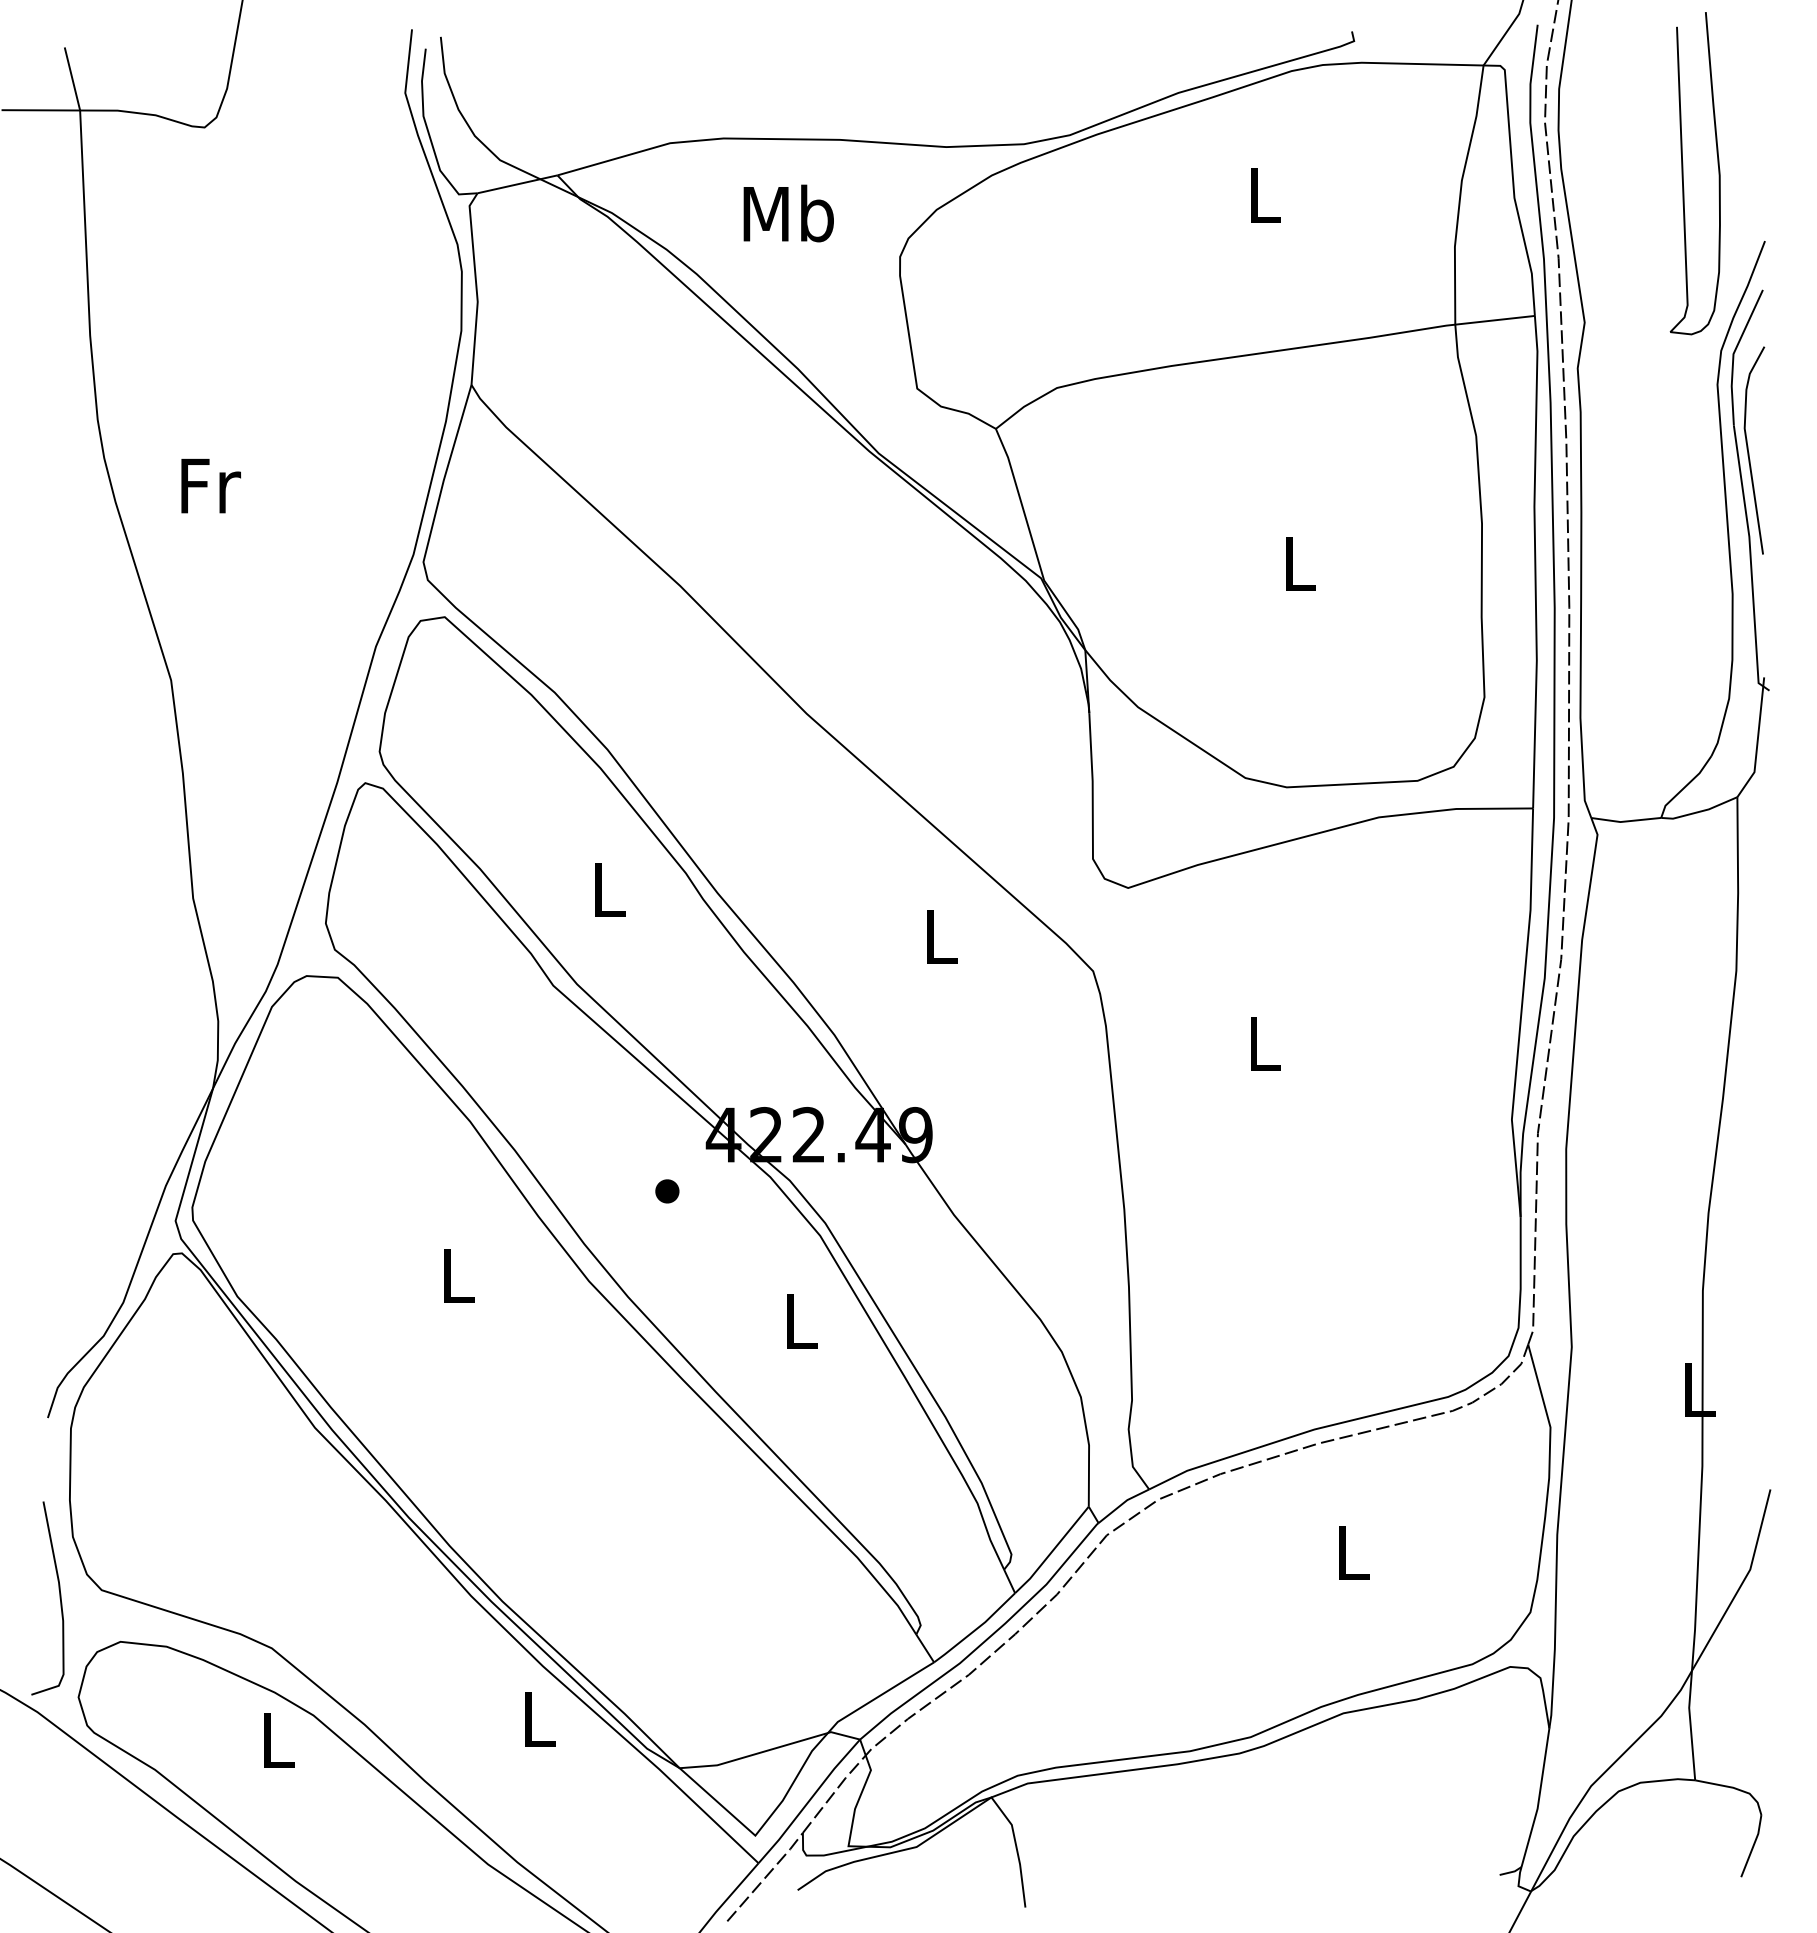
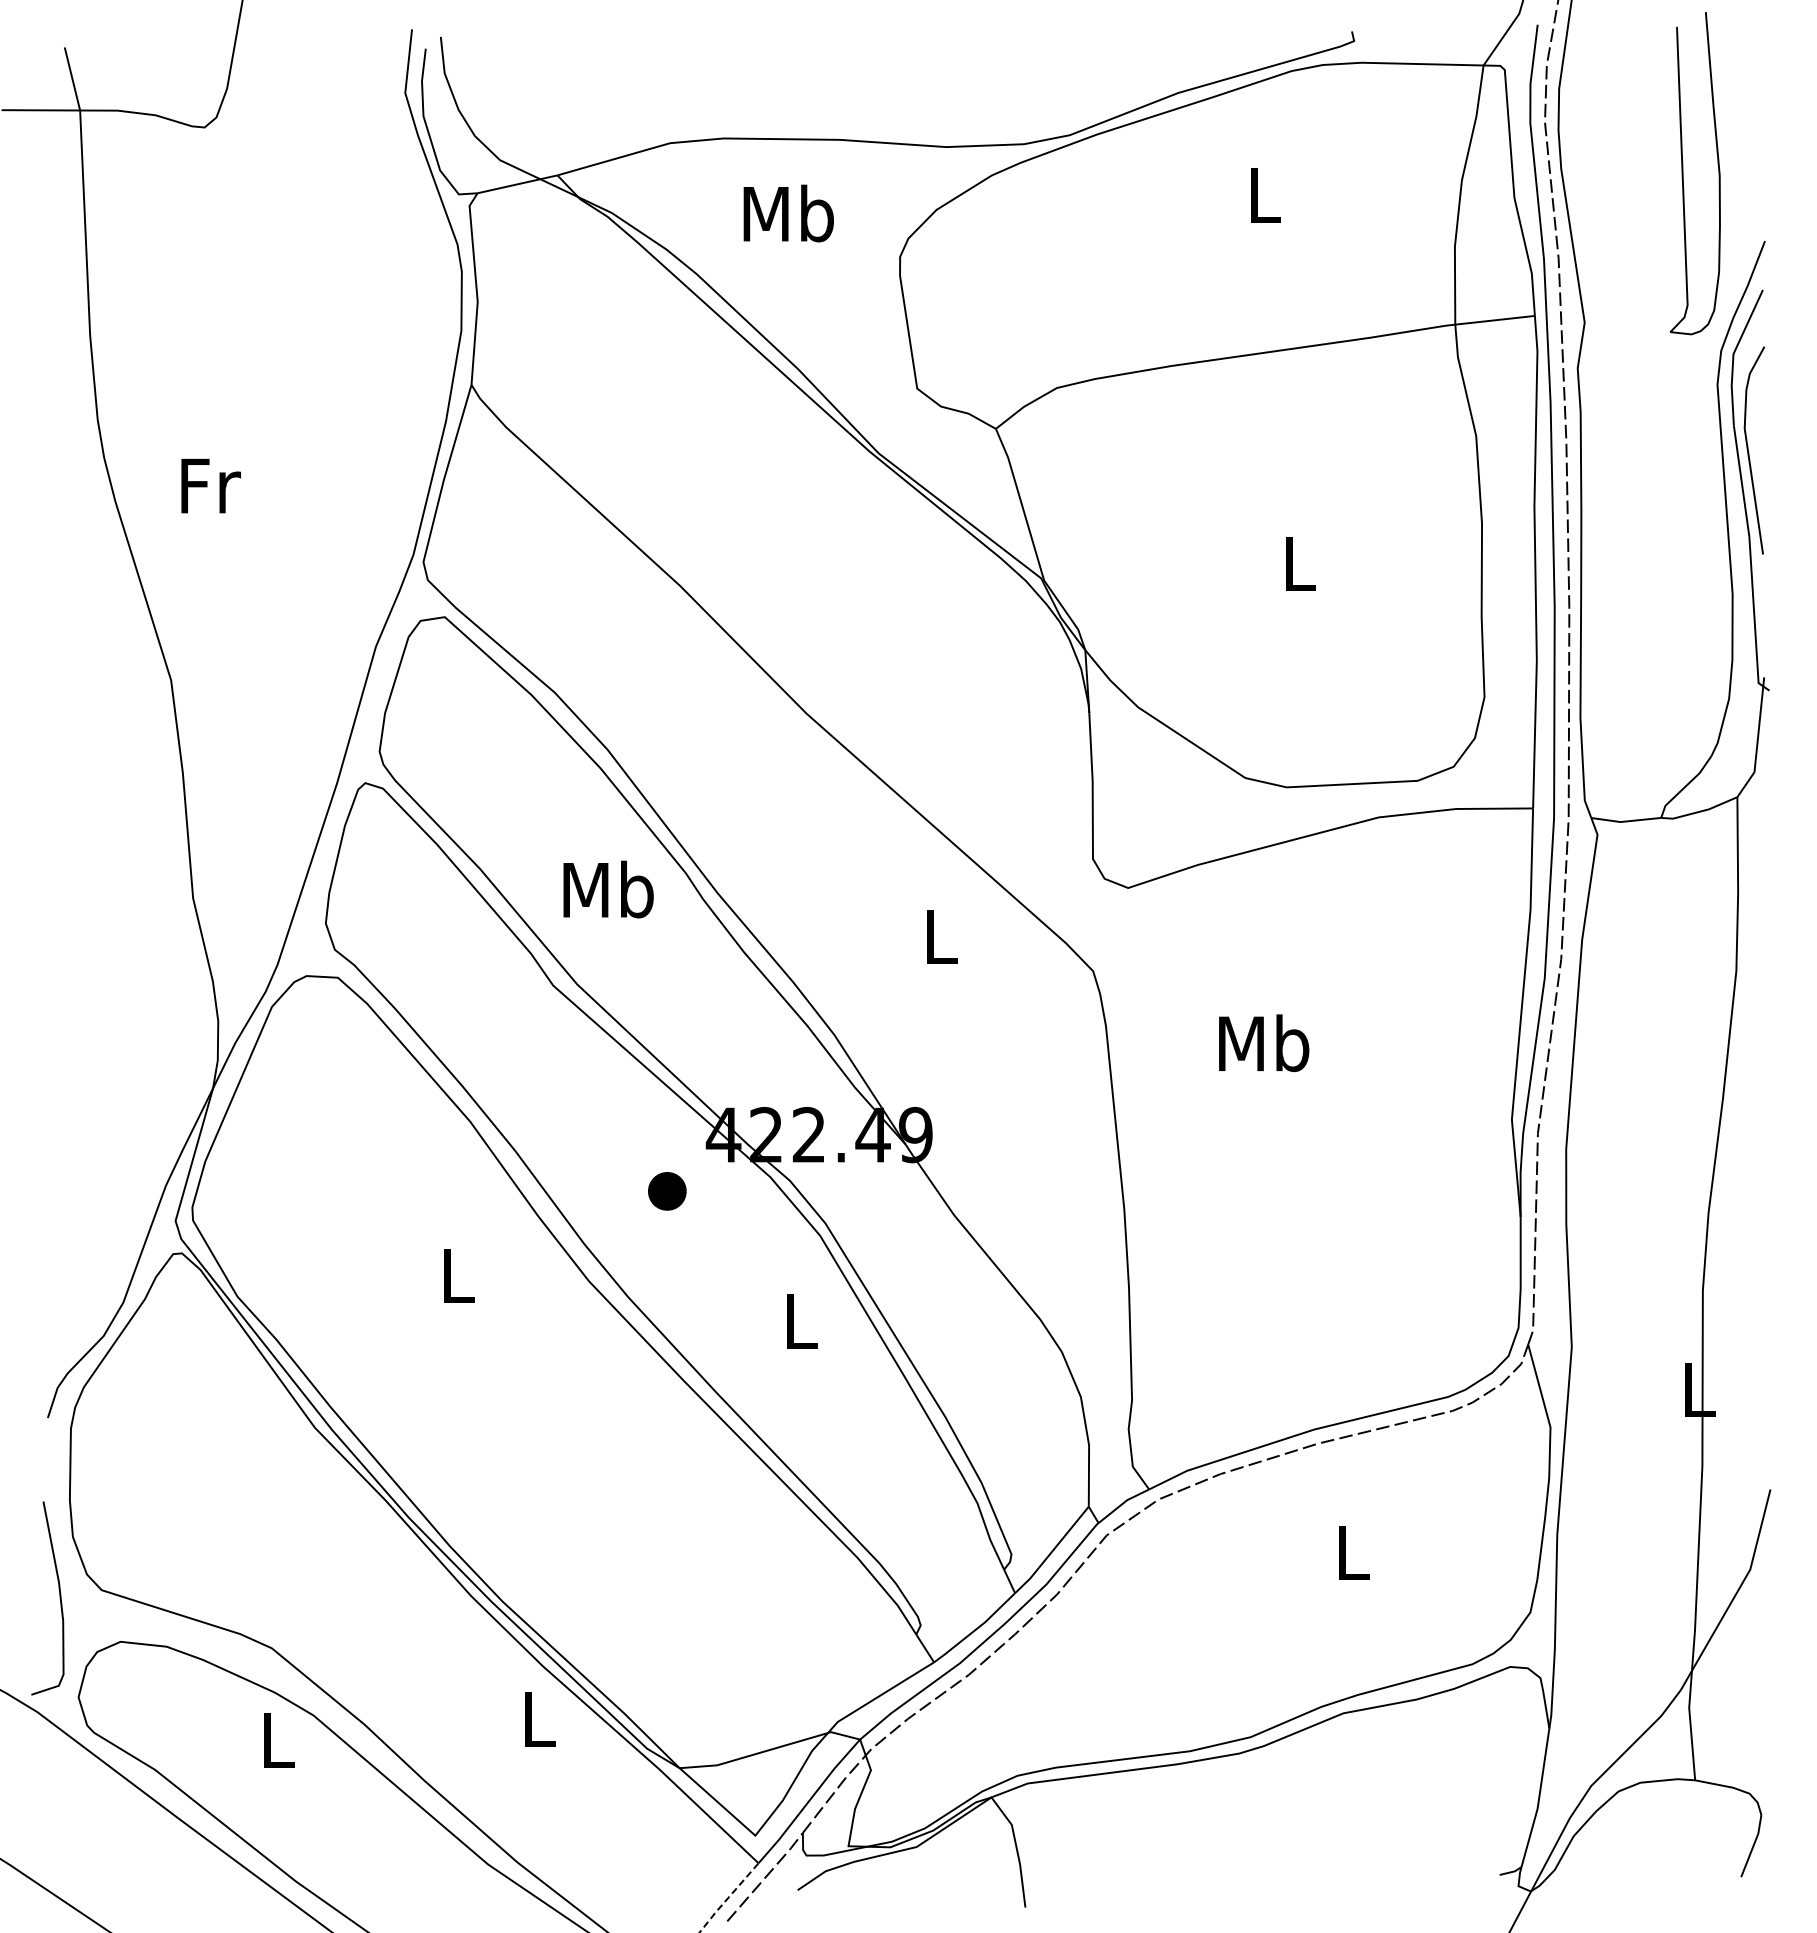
text at (608, 889): L -> Mb
text at (1264, 1043): L -> Mb
part at (667, 1191) size: 25x25 px -> 39x39 px
line at (728, 1897): solid -> dashed
